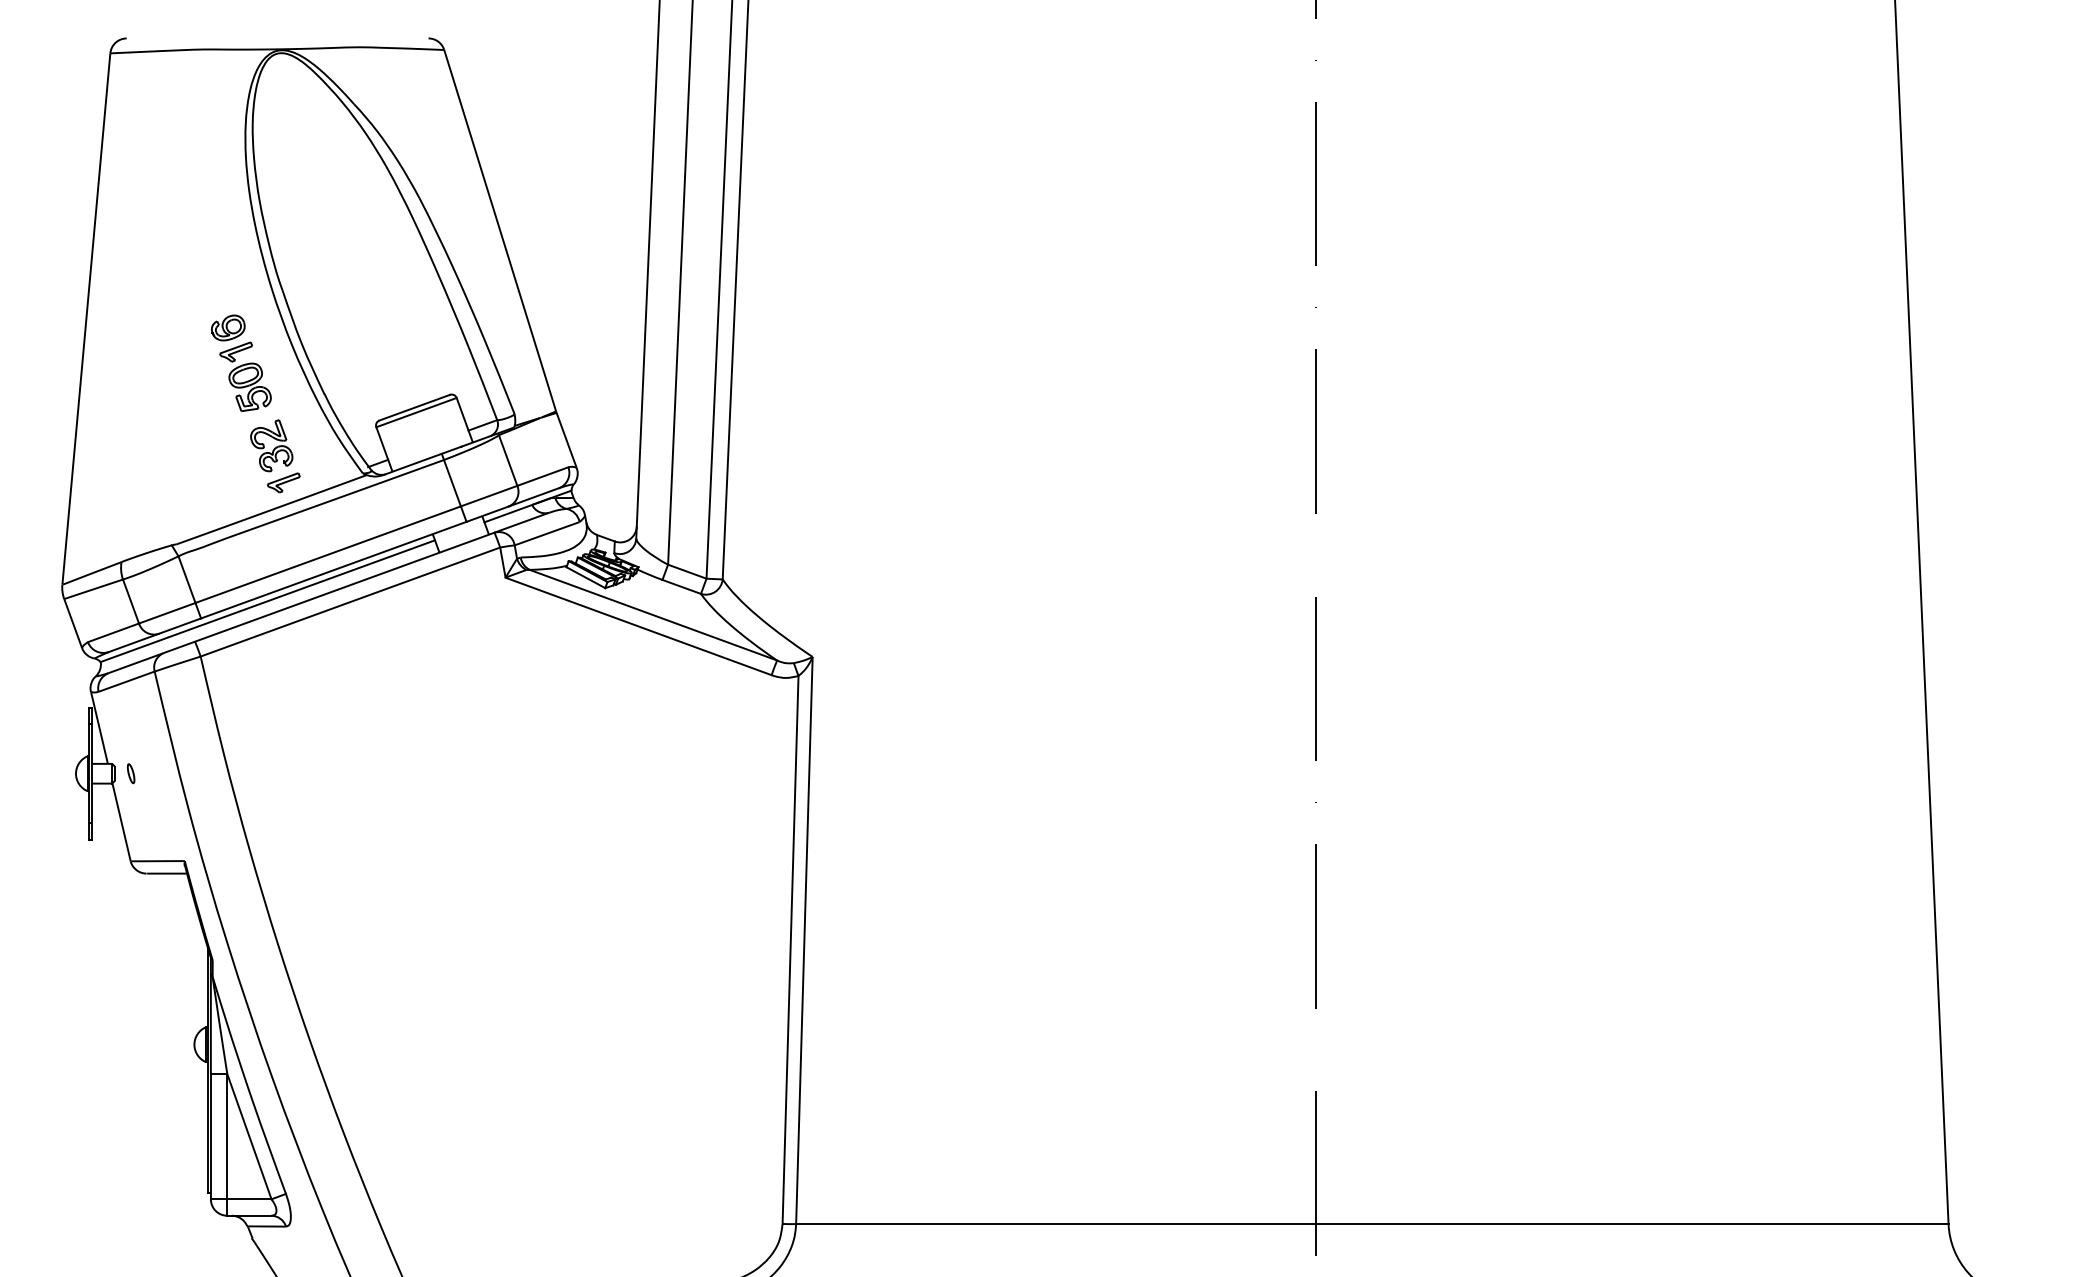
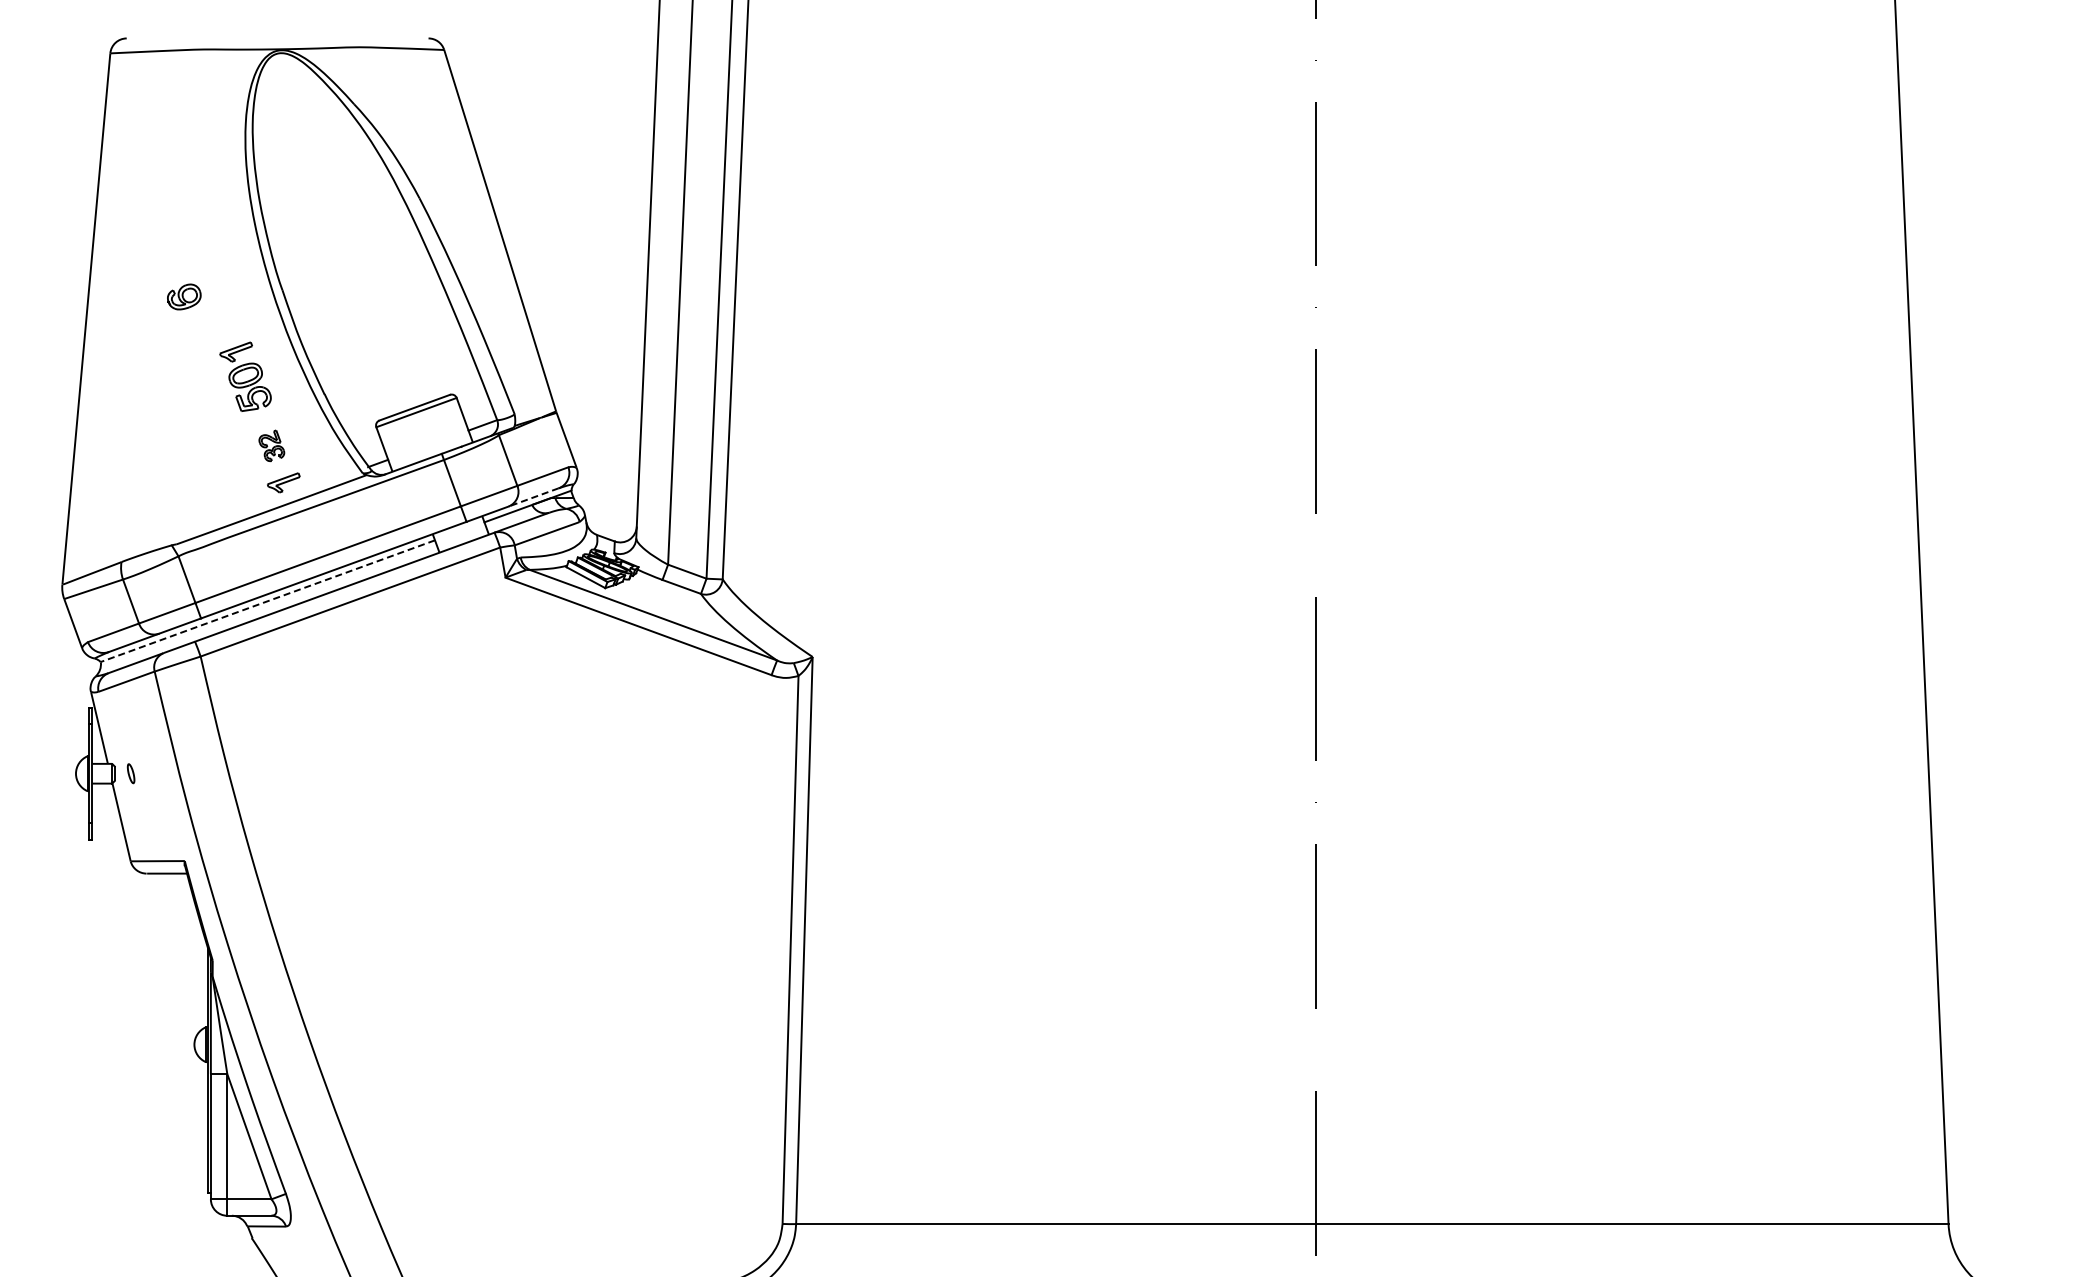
part at (228, 327) position: (228, 327) -> (184, 296)
part at (271, 445) size: 44x54 px -> 28x34 px
line at (533, 497): solid -> dashed
line at (267, 601): solid -> dashed
